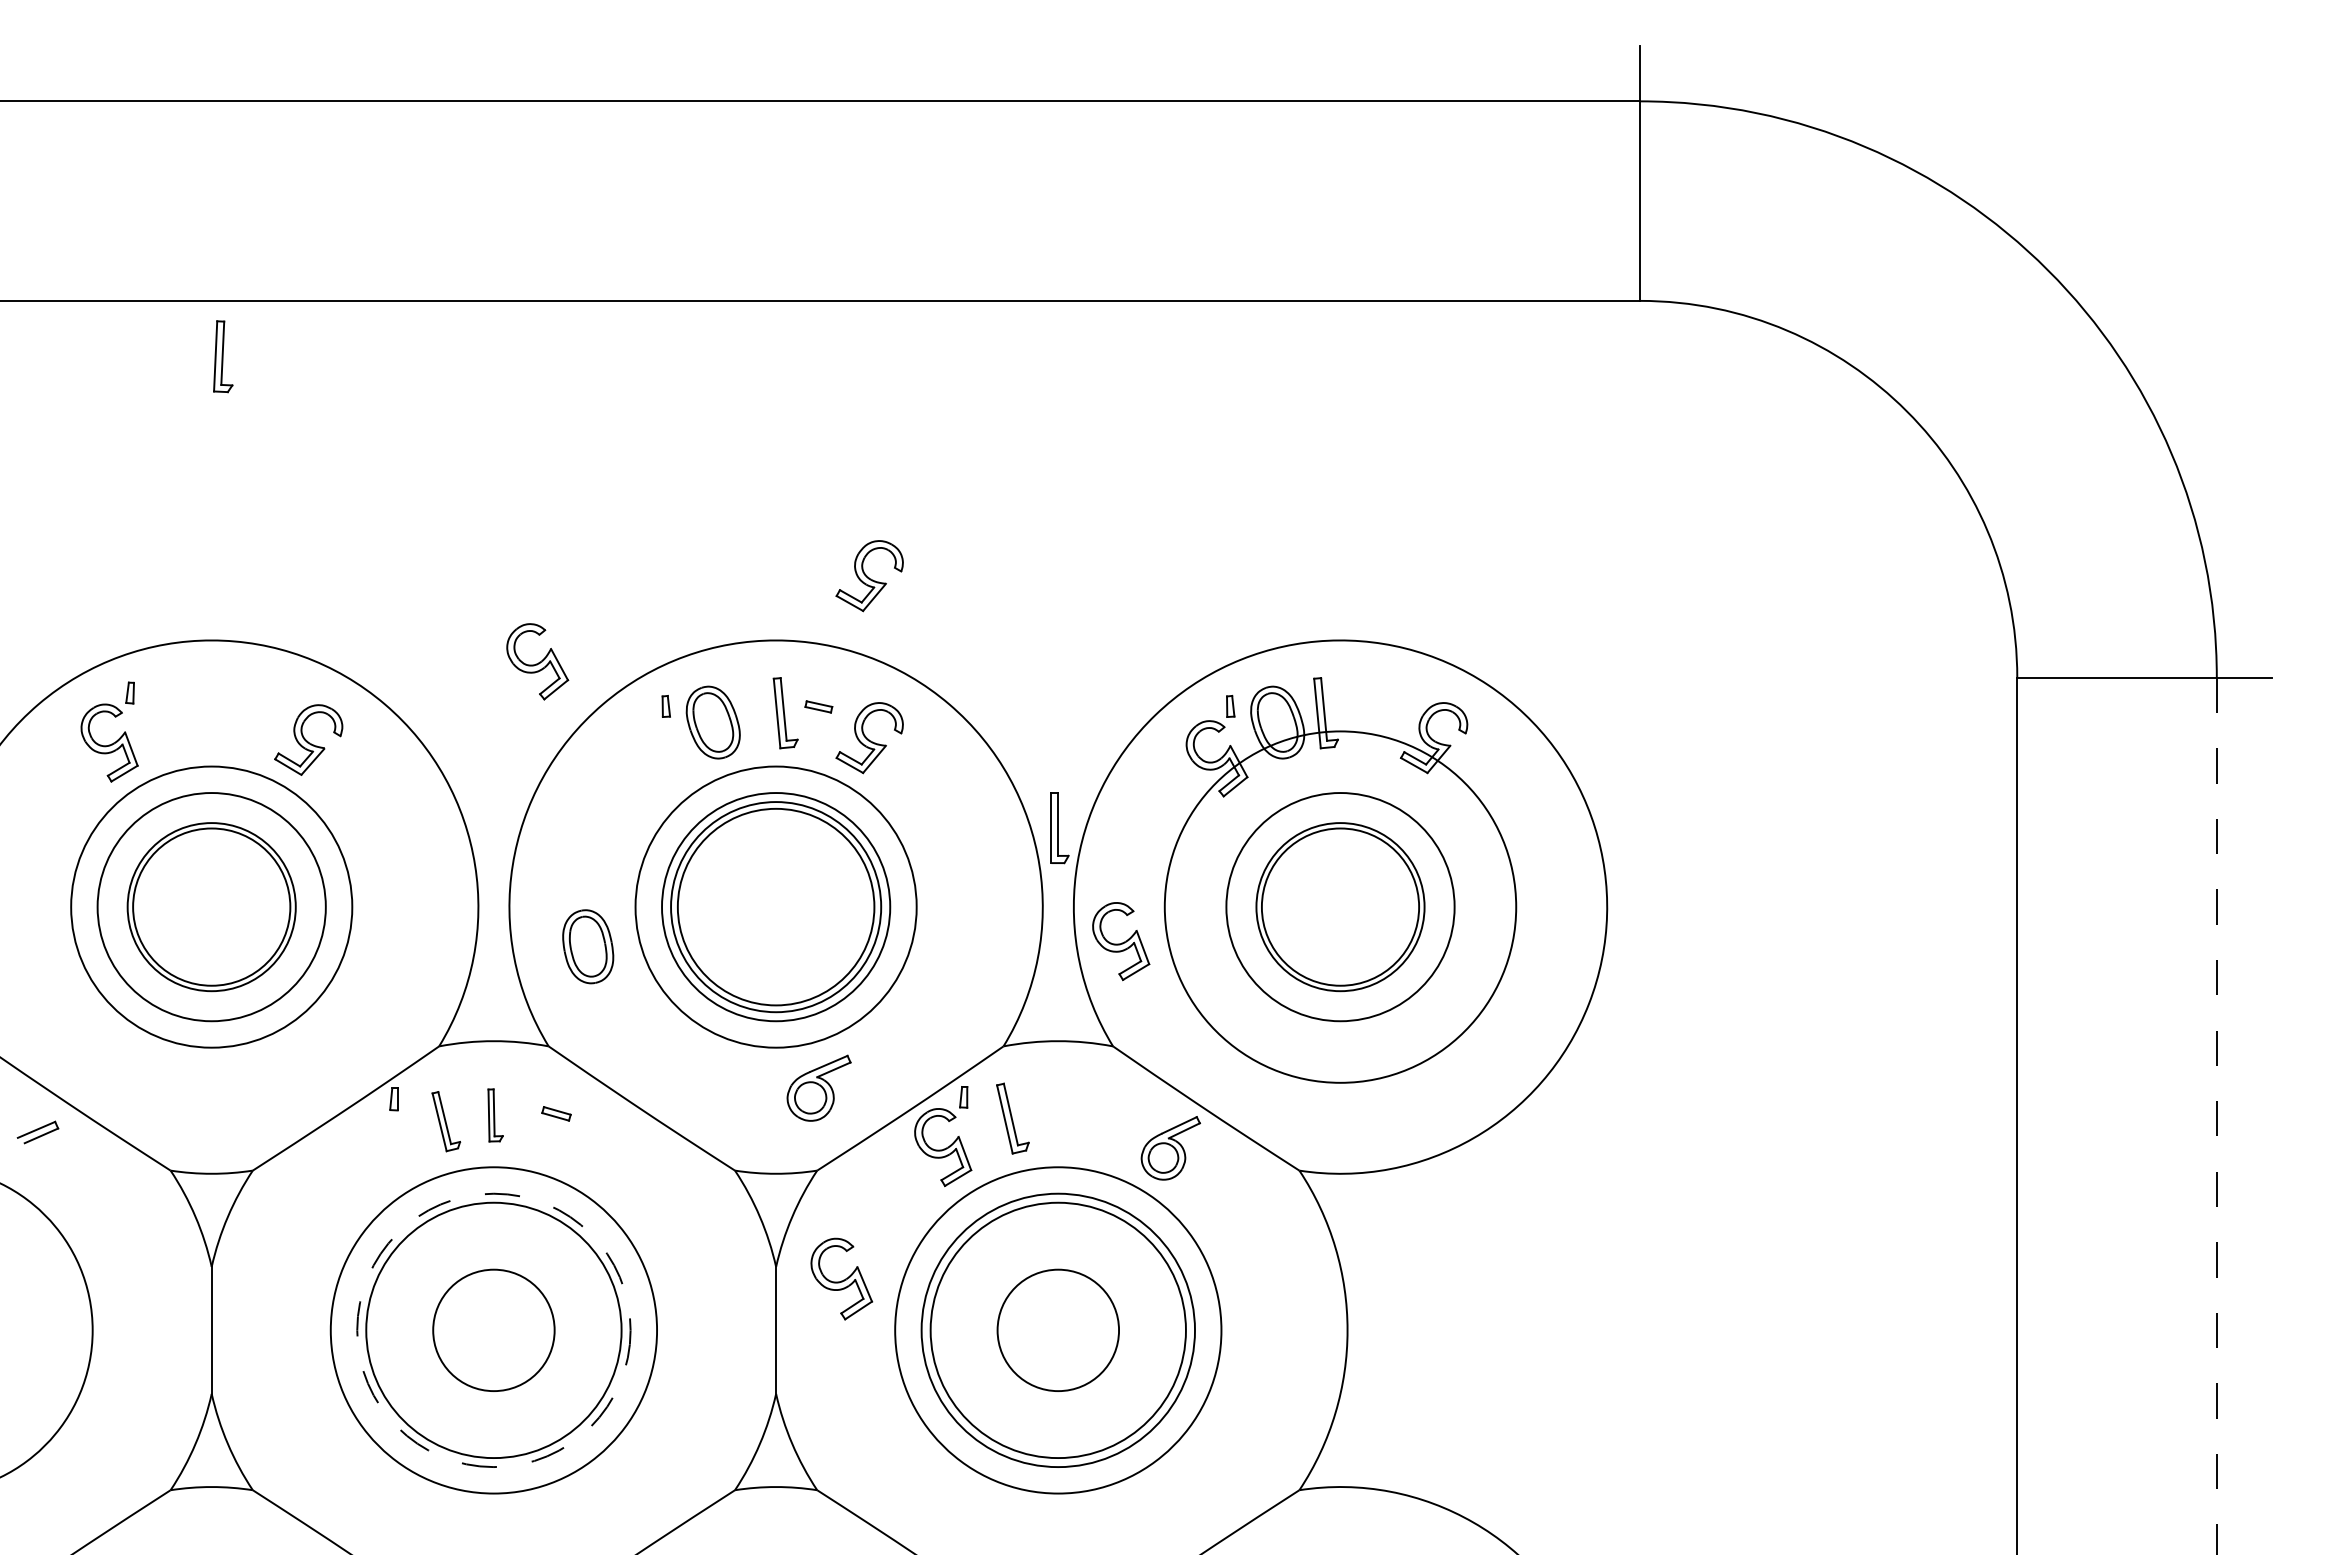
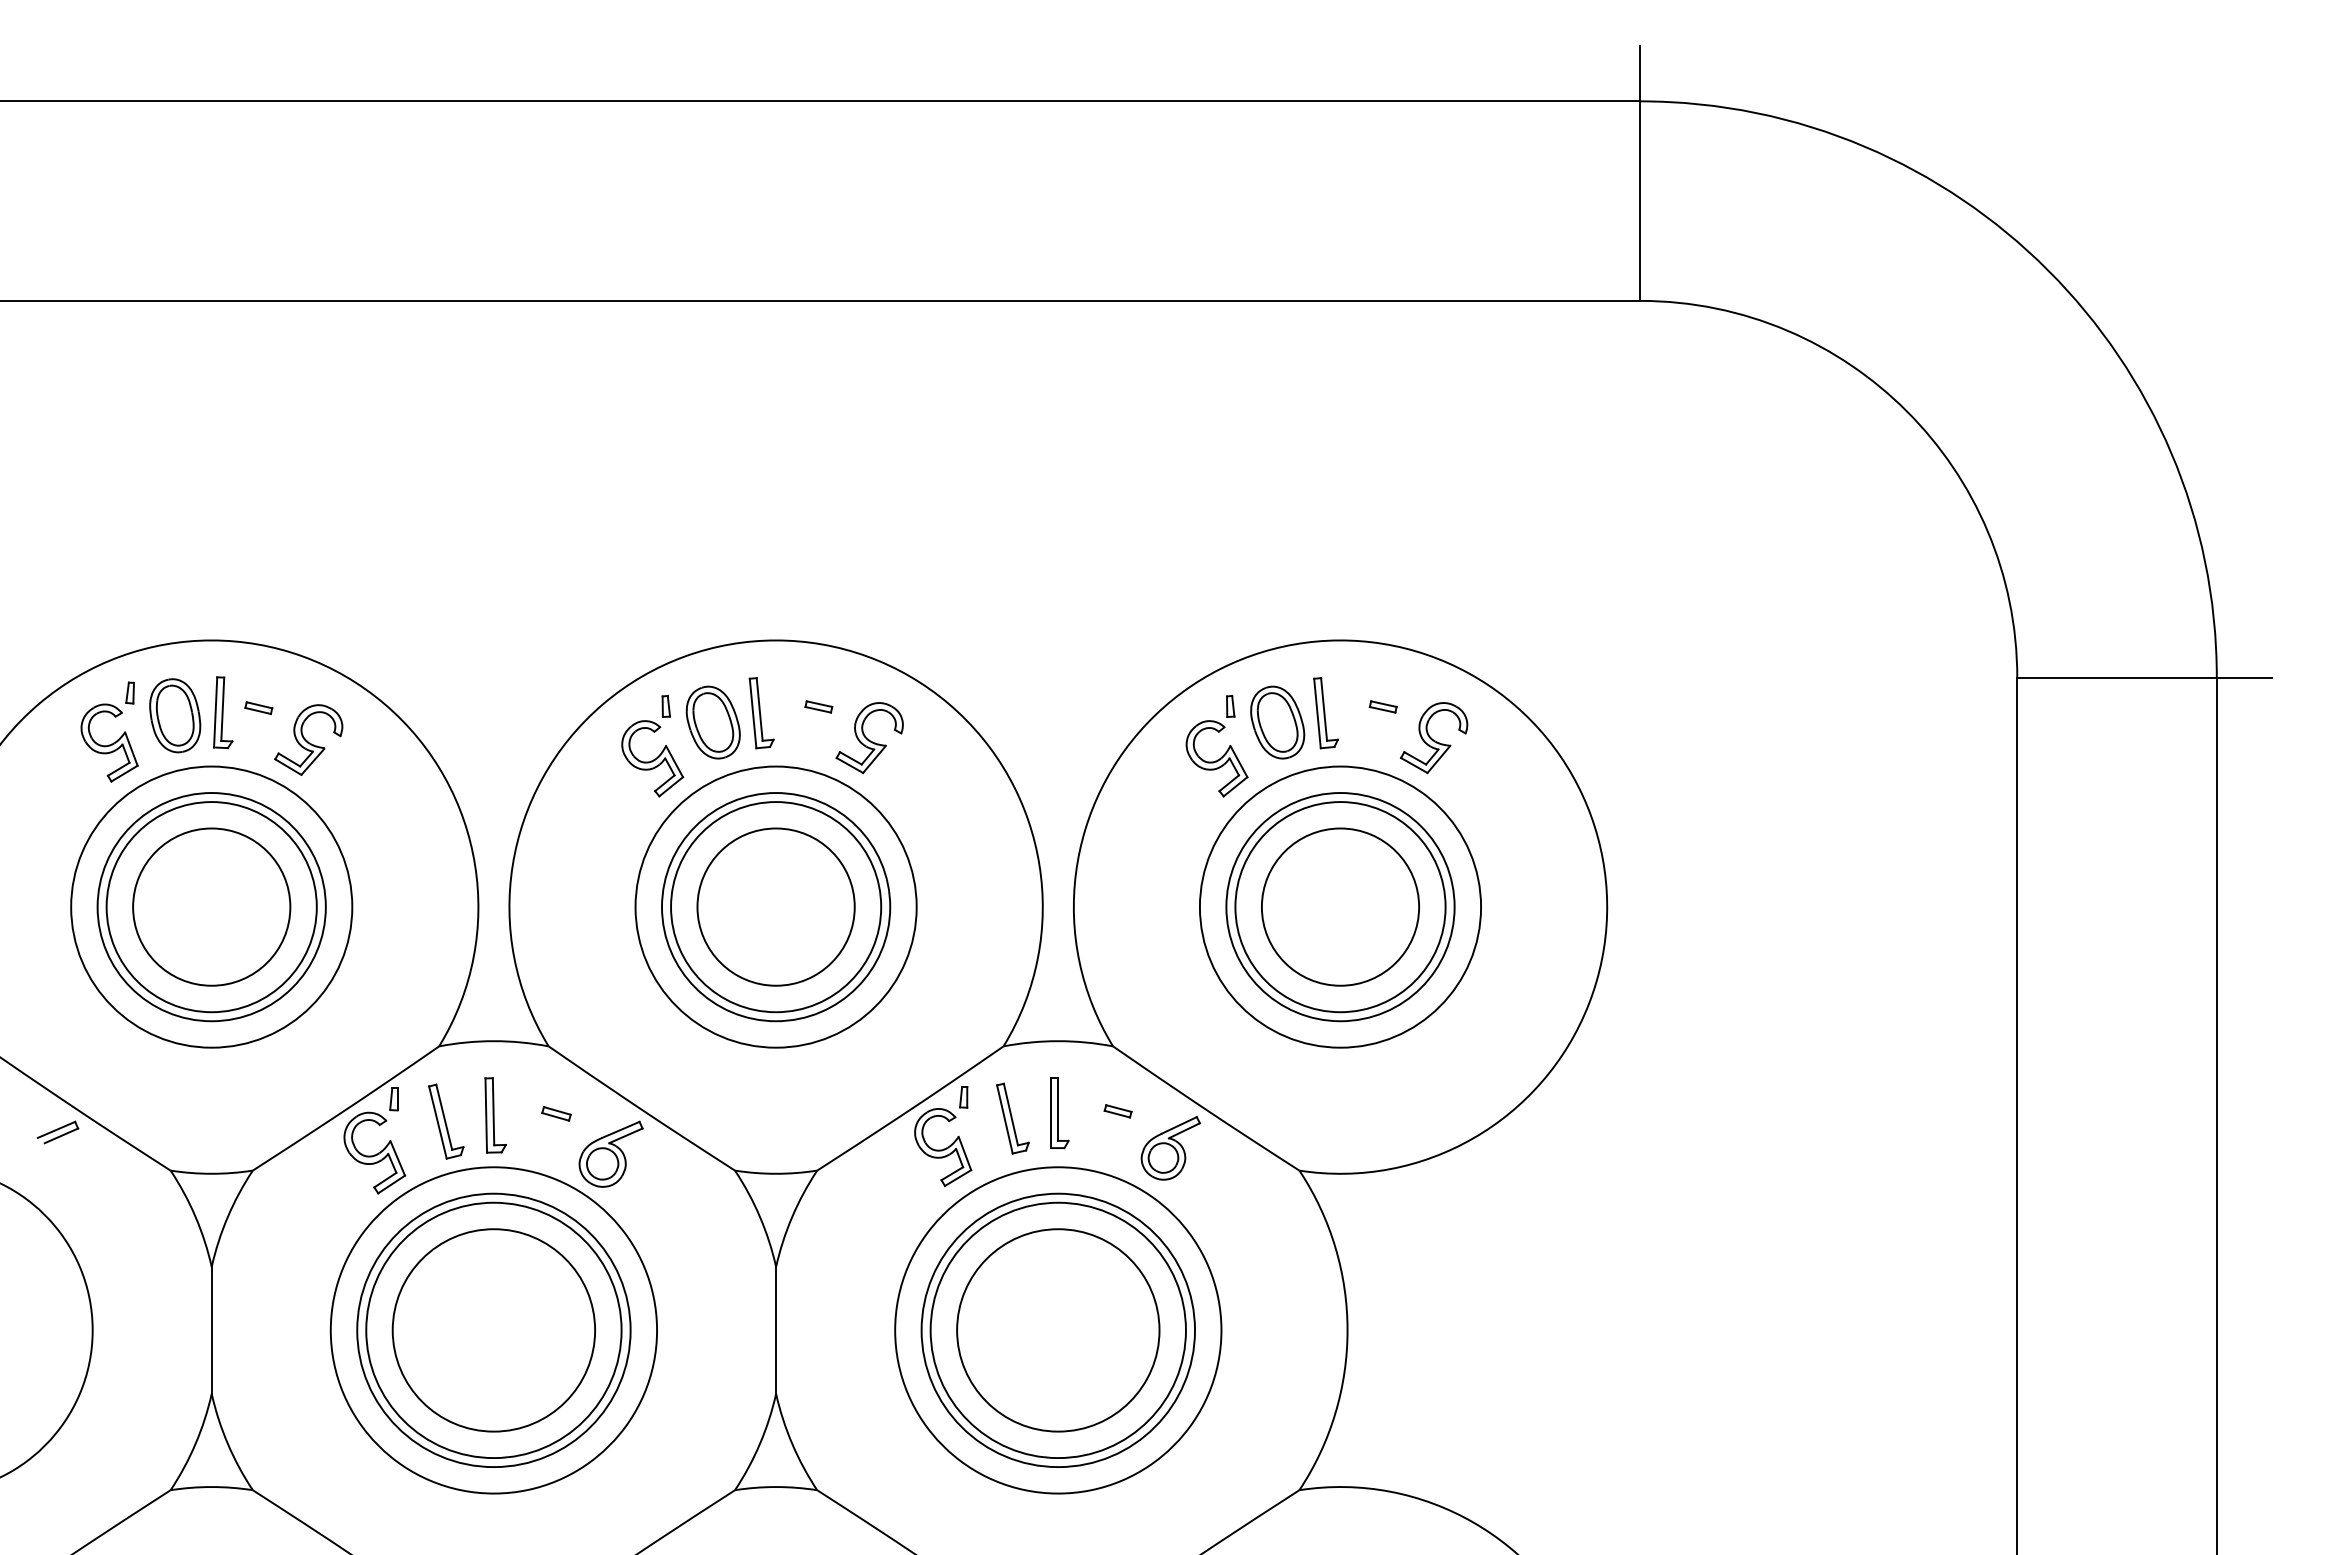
part at (223, 356) position: (223, 356) -> (223, 712)
part at (869, 576): present -> none
part at (537, 661) position: (537, 661) -> (652, 758)
part at (1382, 706): none -> present
part at (258, 707): none -> present
part at (785, 713) position: (785, 713) -> (761, 713)
part at (1059, 828) position: (1059, 828) -> (1059, 1113)
circle at (775, 906) diameter: 197 px -> 157 px
circle at (1340, 906) diameter: 351 px -> 281 px
circle at (211, 907) diameter: 168 px -> 210 px
circle at (1340, 907) diameter: 168 px -> 210 px
part at (1121, 941): present -> none
part at (588, 946) position: (588, 946) -> (175, 715)
part at (818, 1087) position: (818, 1087) -> (610, 1153)
part at (1117, 1111): none -> present
part at (495, 1115) size: 17x55 px -> 23x77 px
line at (2216, 1116): dashed -> solid
part at (446, 1121) size: 31x62 px -> 37x77 px
part at (37, 1132) position: (37, 1132) -> (57, 1132)
part at (841, 1278) position: (841, 1278) -> (374, 1152)
circle at (493, 1330) diameter: 121 px -> 202 px
circle at (493, 1330): dashed -> solid
circle at (1058, 1330) diameter: 121 px -> 202 px
